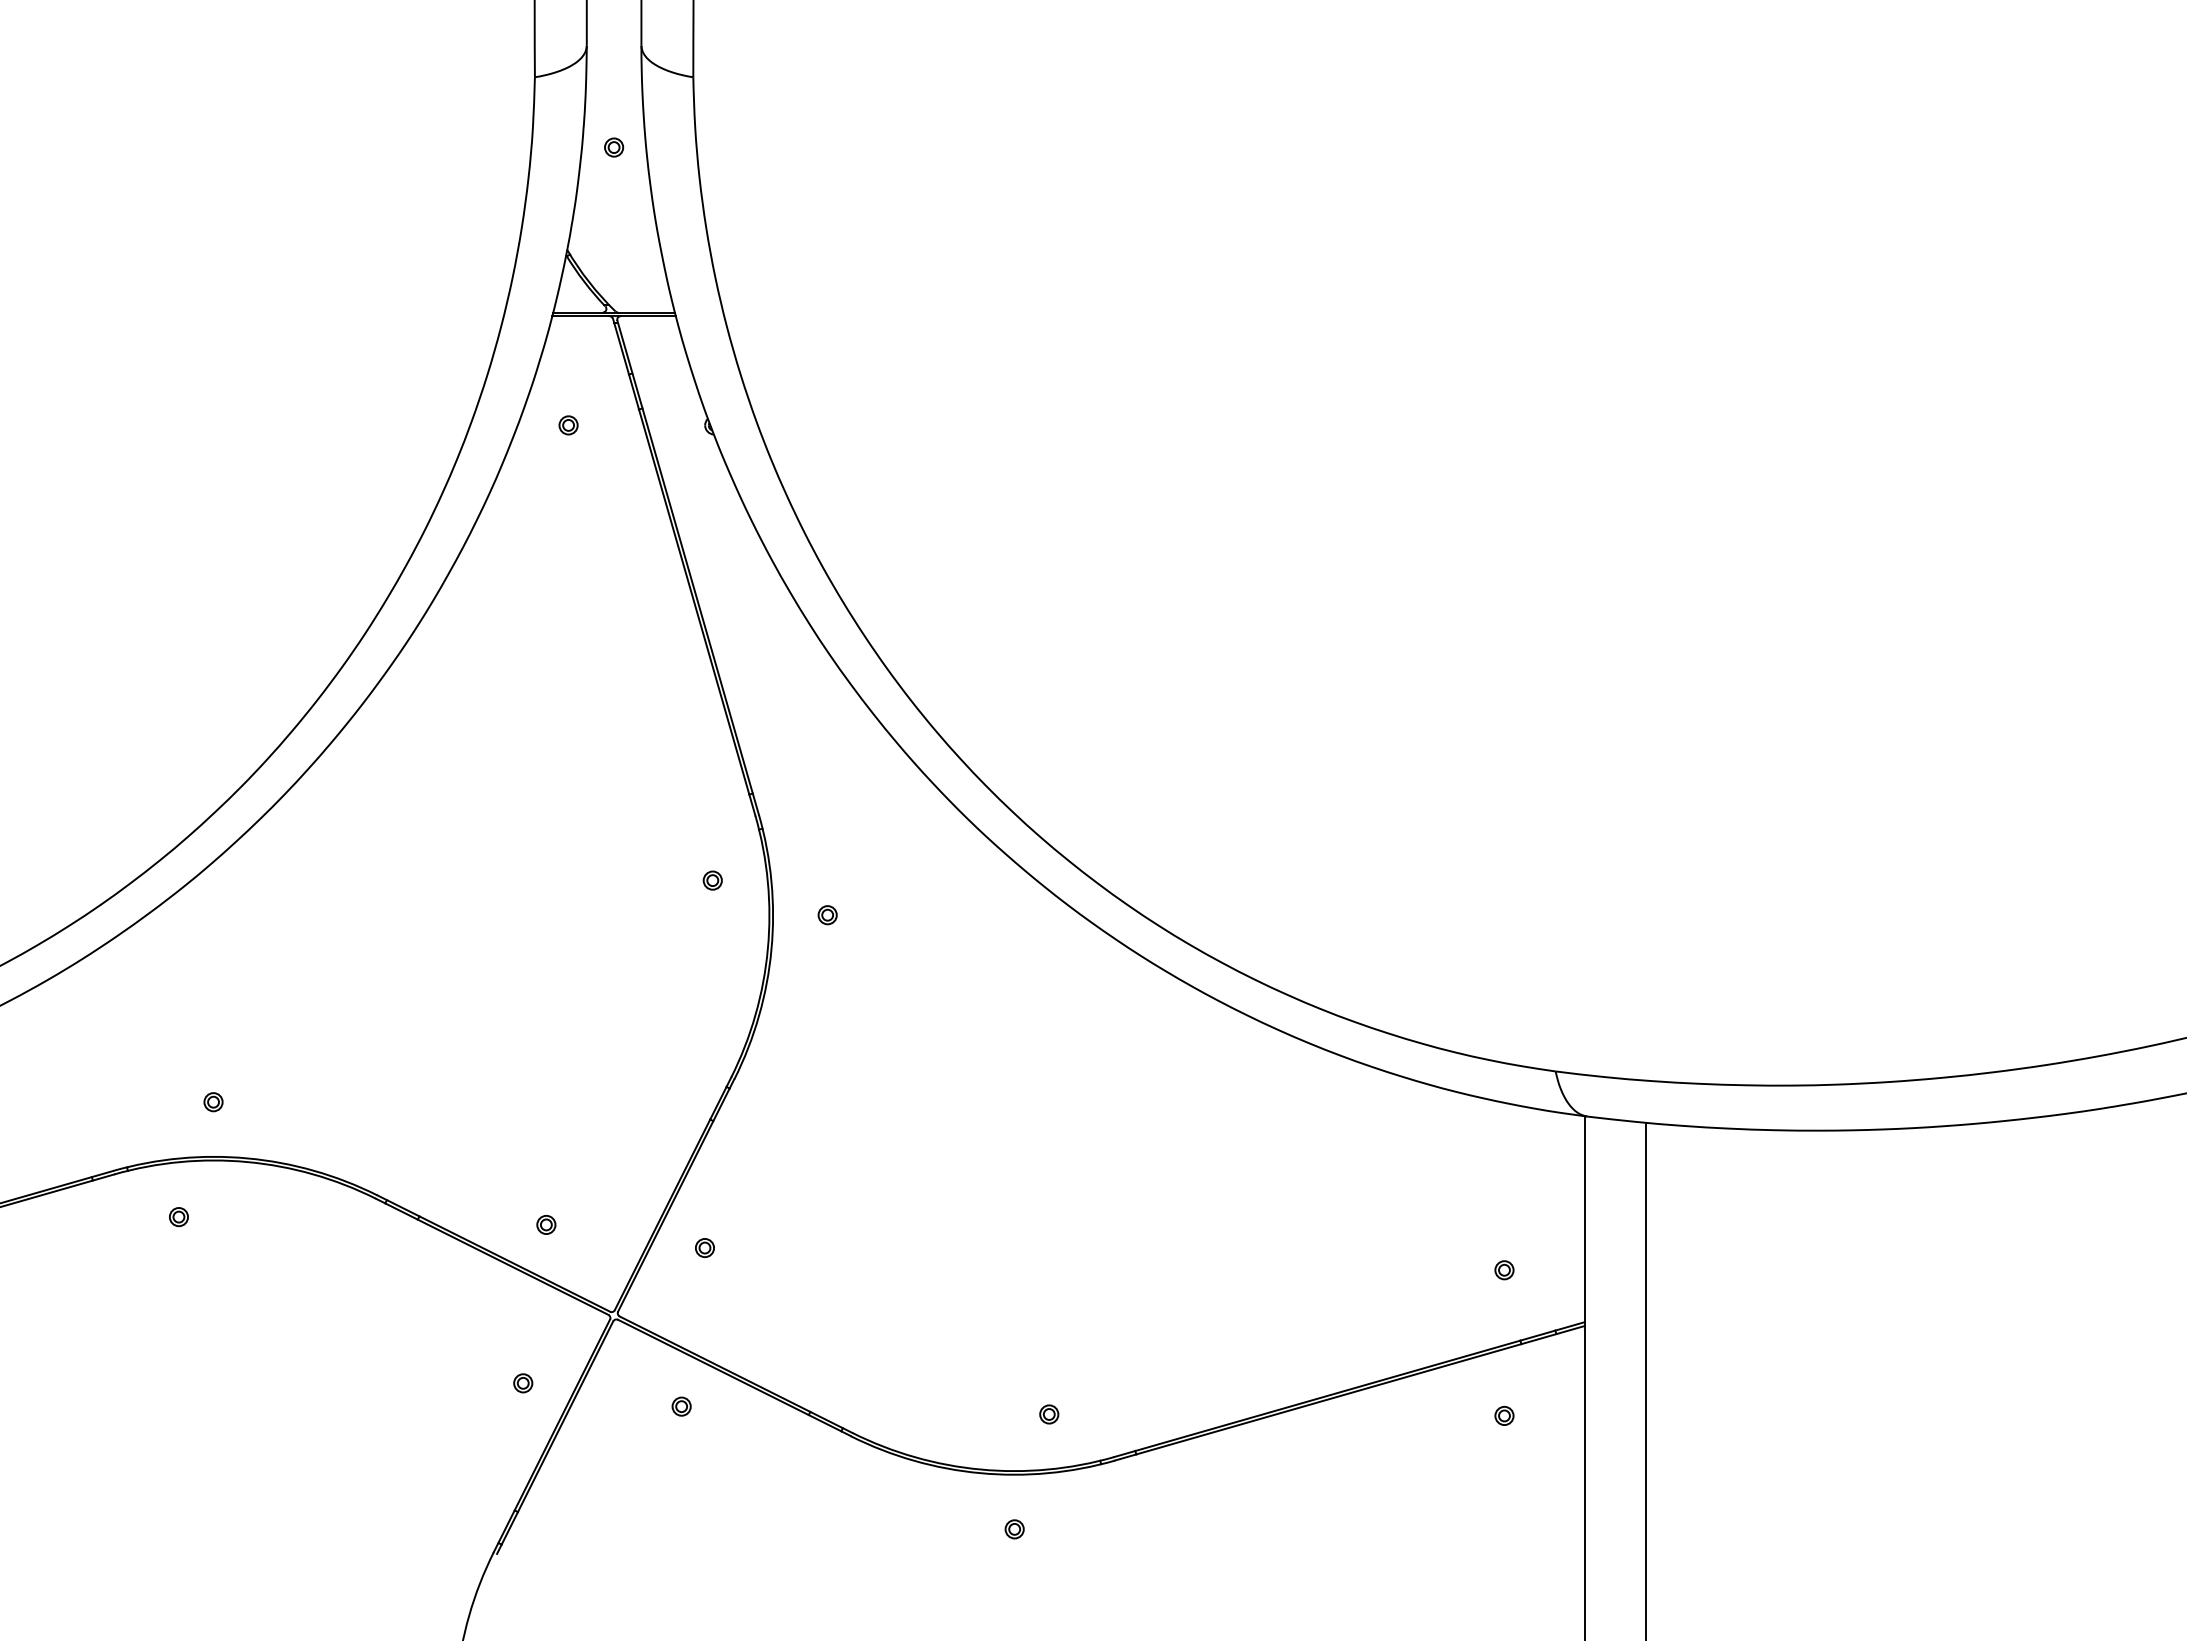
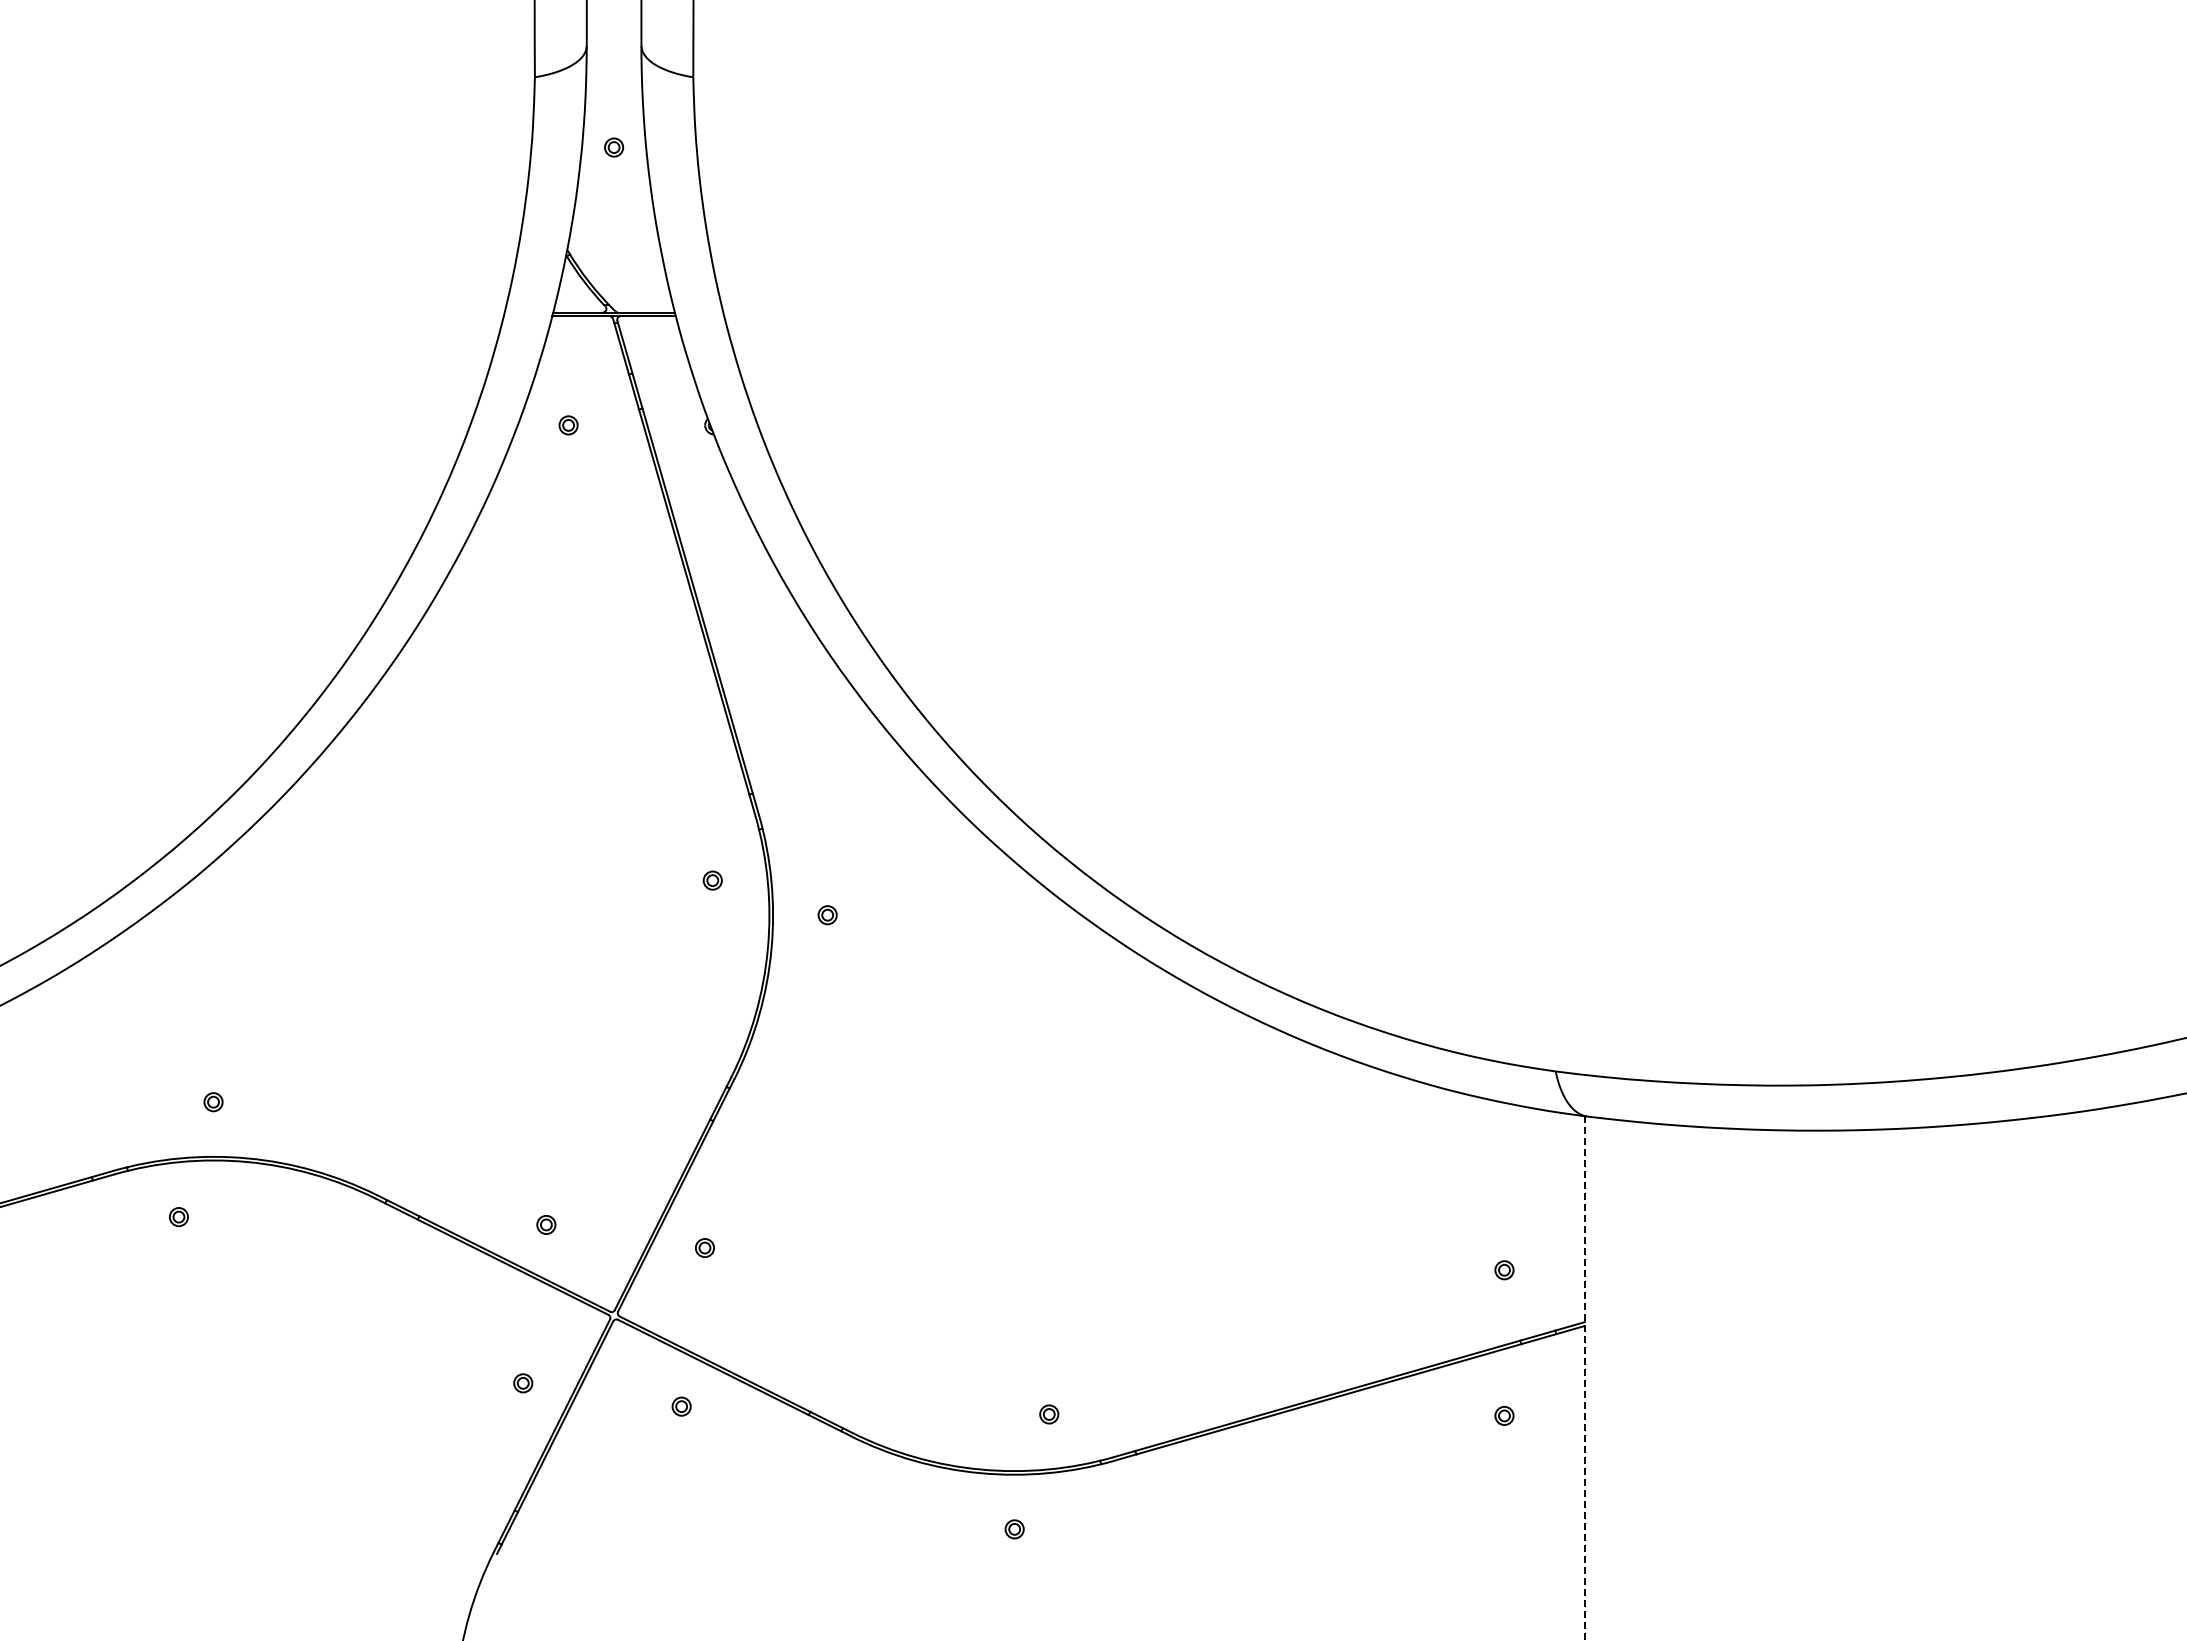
line at (1584, 1378): solid -> dashed
line at (1646, 1379): present -> none
